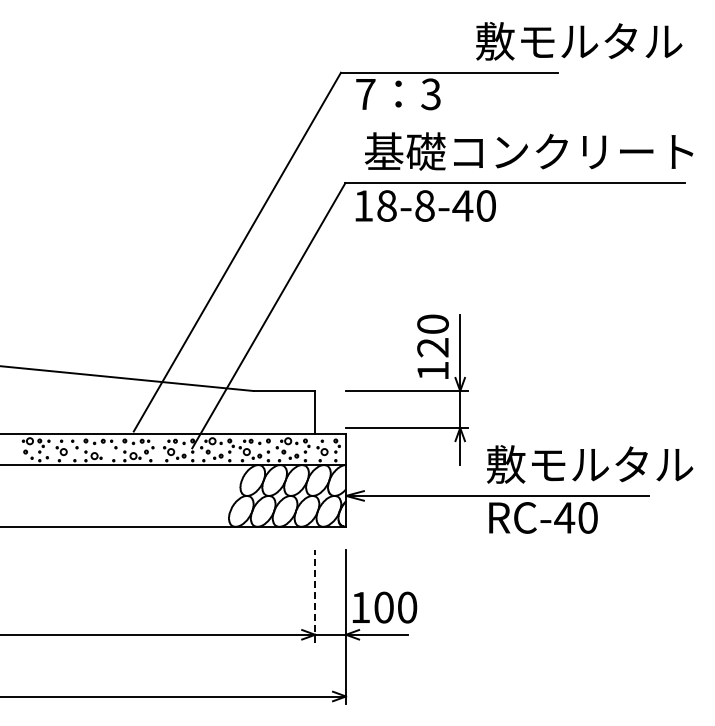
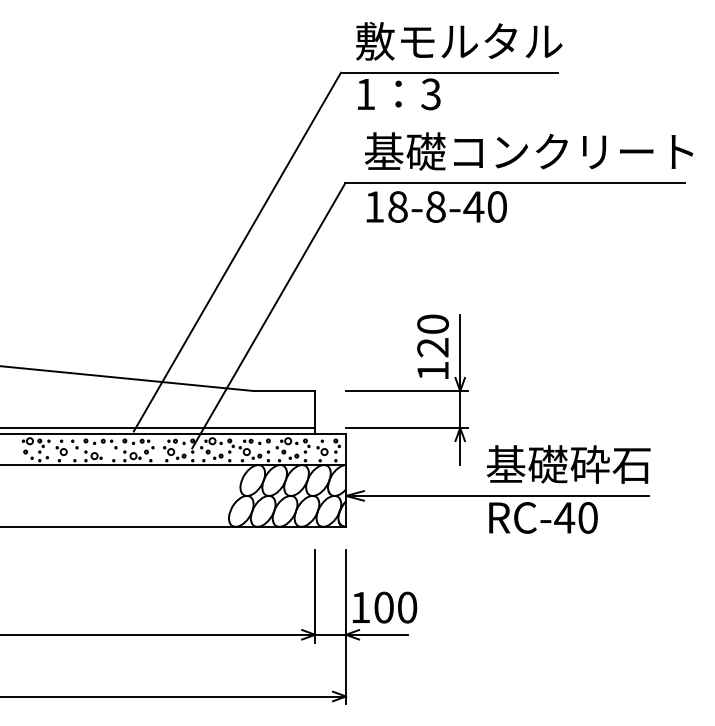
text at (579, 41) position: (579, 41) -> (459, 41)
text at (365, 94): 7 -> 1
text at (425, 205) position: (425, 205) -> (436, 206)
line at (158, 428): none -> present
text at (589, 464): 敷モルタル -> 基礎砕石
line at (315, 595): dashed -> solid
